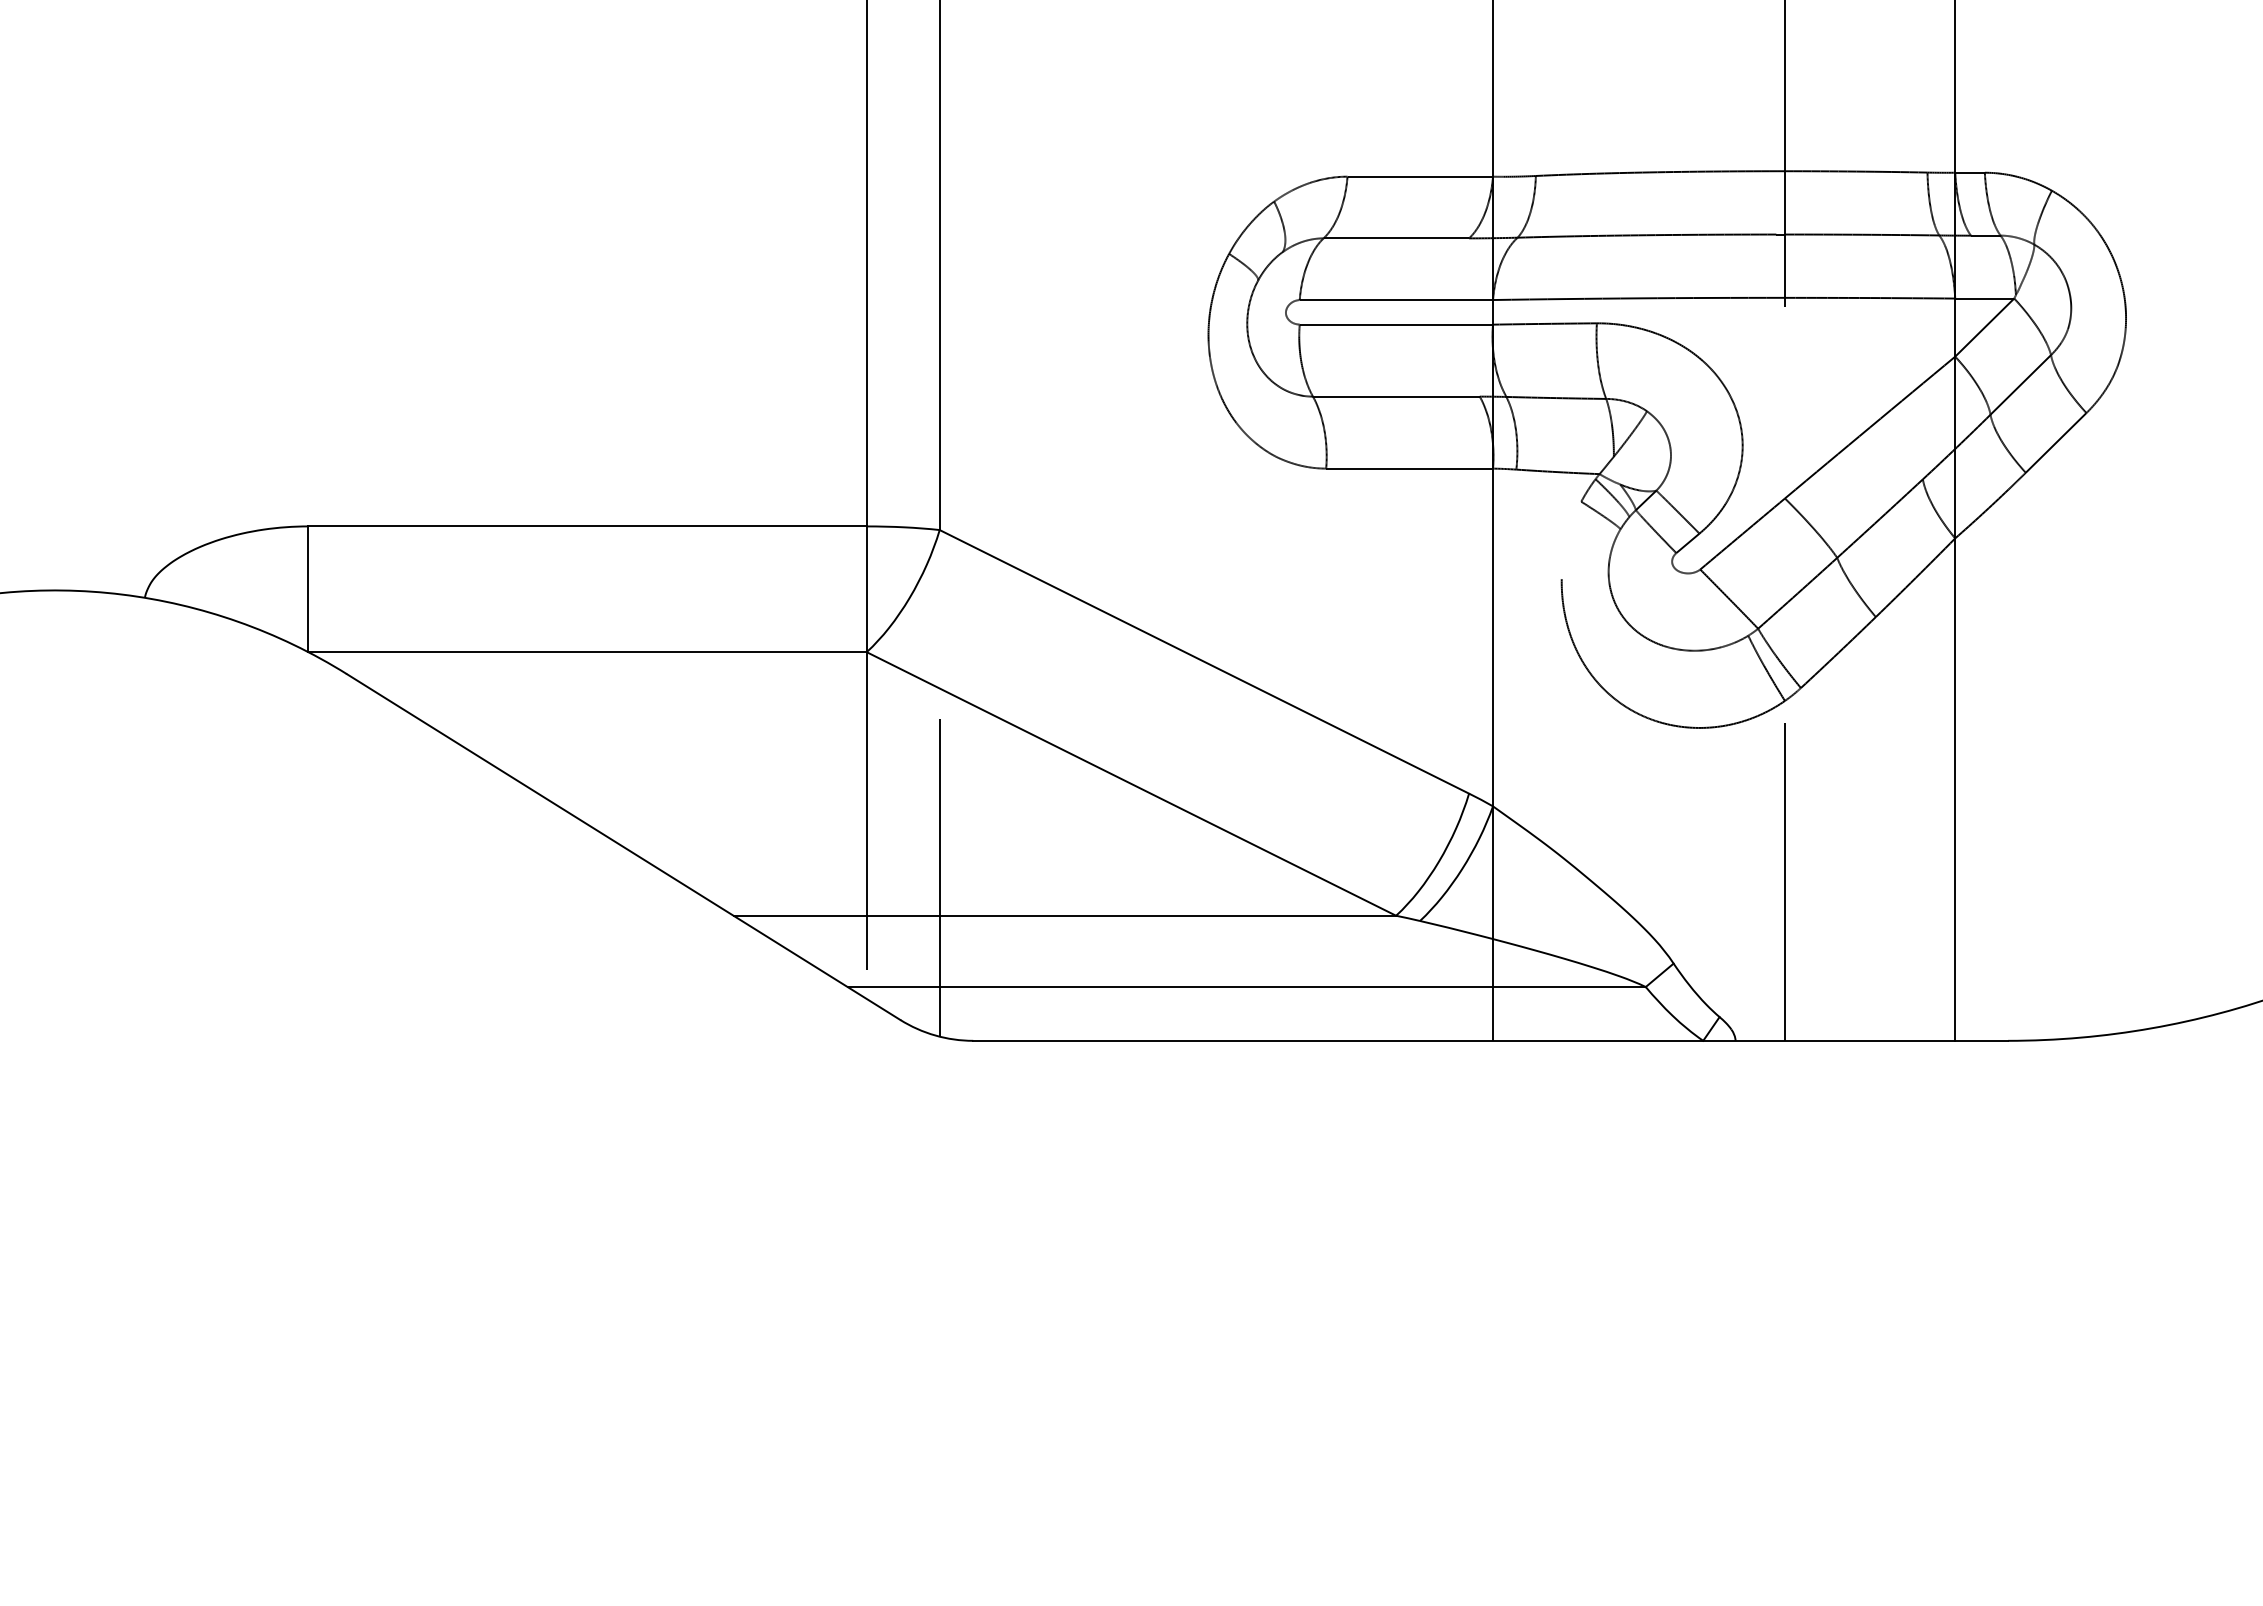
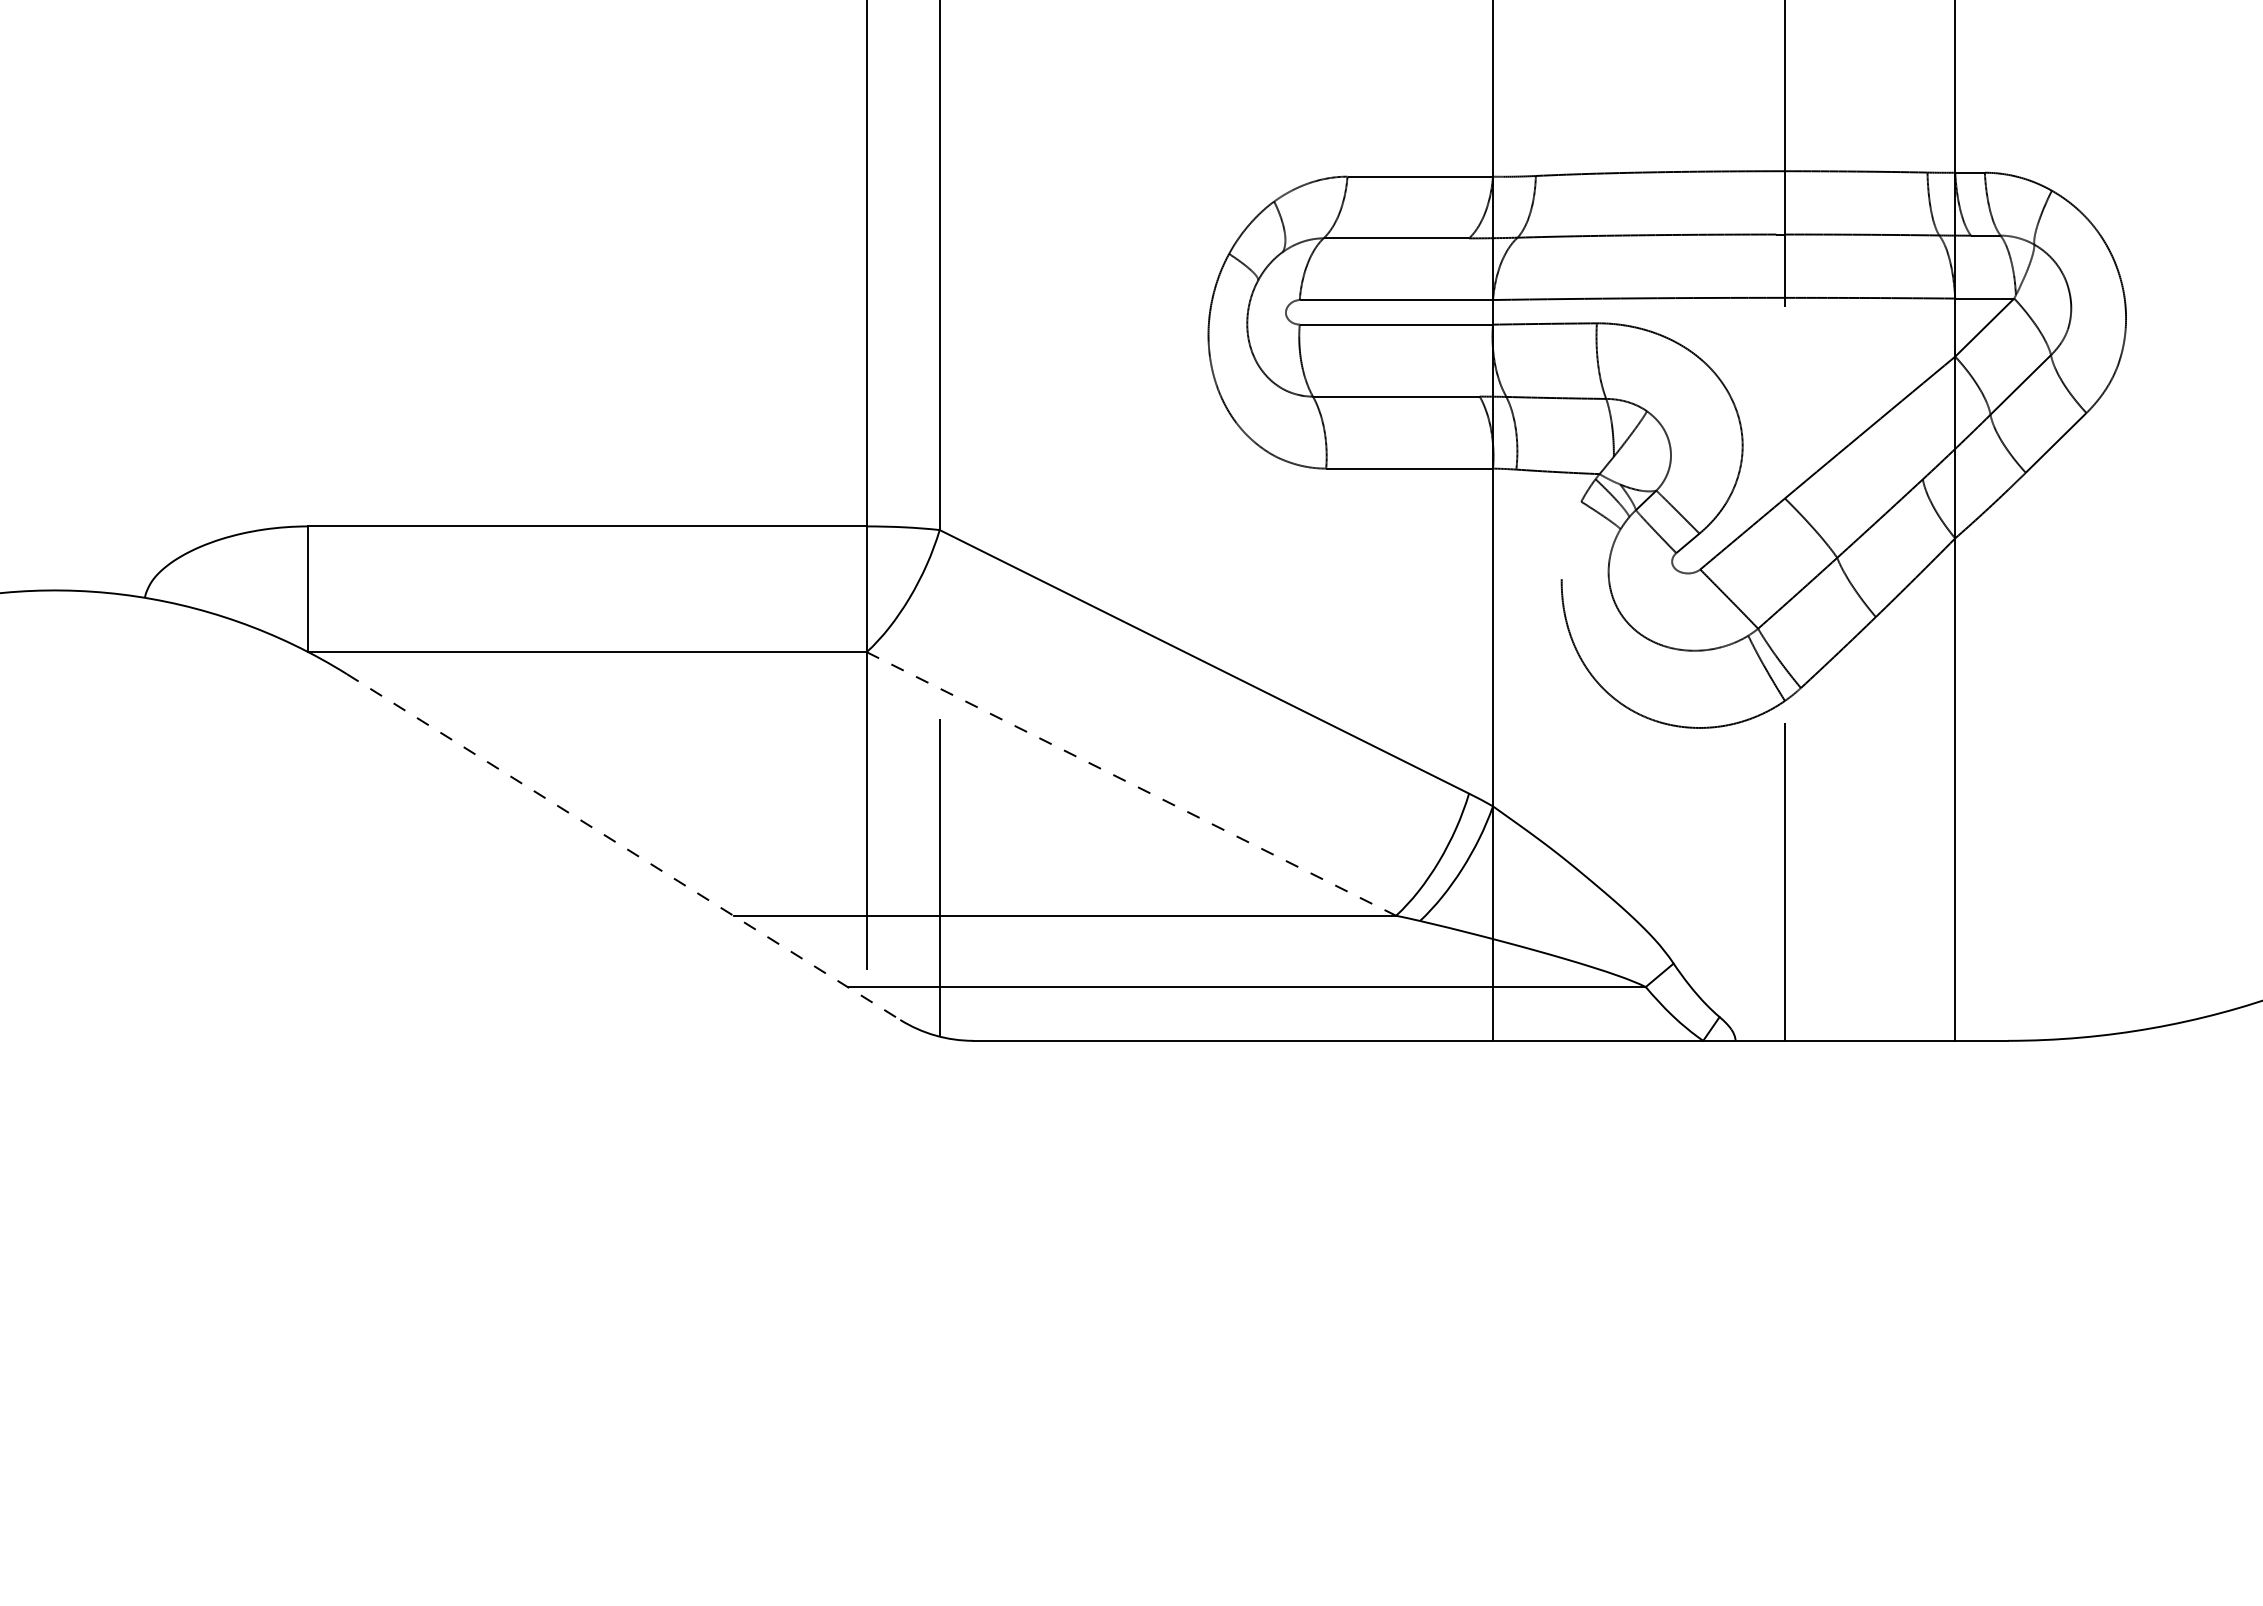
line at (1131, 783): solid -> dashed
line at (624, 847): solid -> dashed
